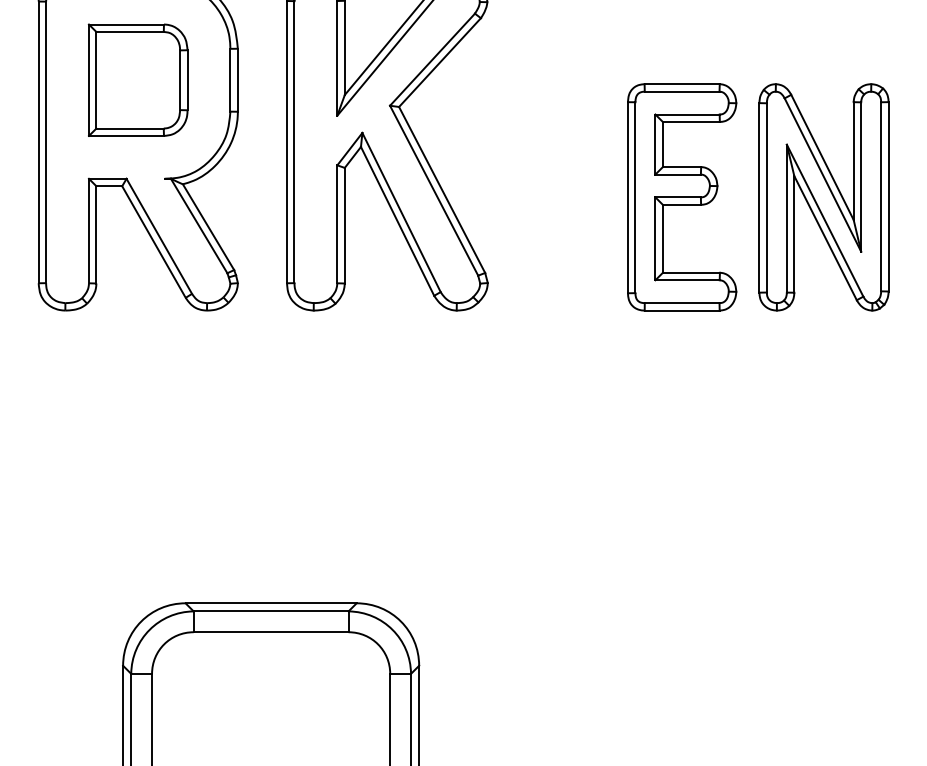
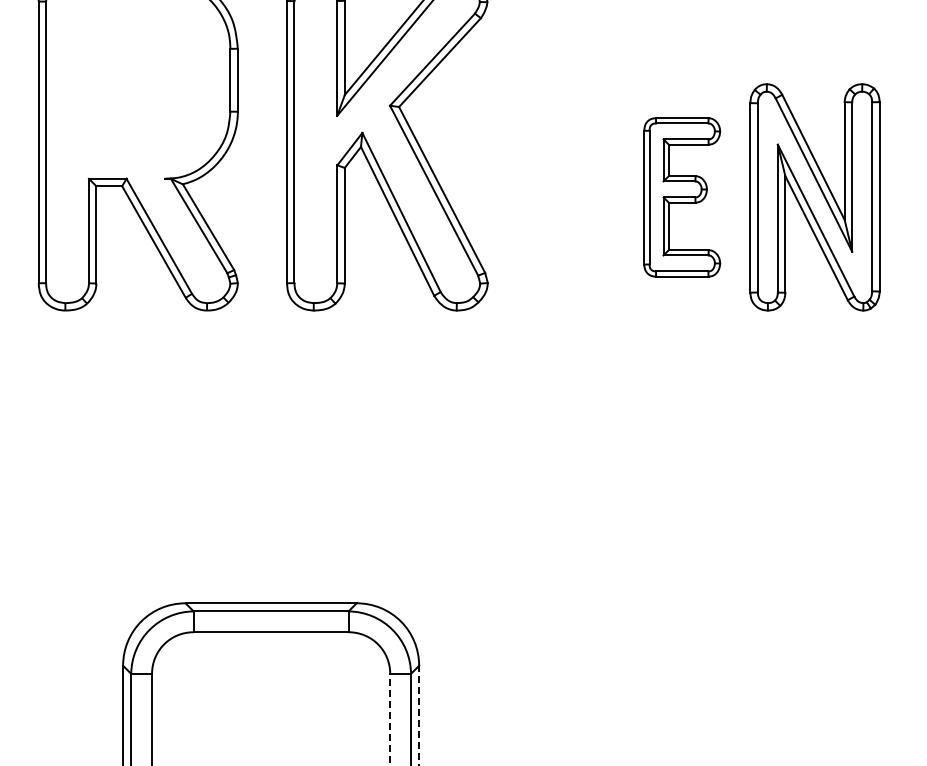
part at (137, 79): present -> none
part at (682, 197) size: 111x229 px -> 79x161 px
part at (823, 197) position: (823, 197) -> (814, 197)
line at (419, 715): solid -> dashed
line at (390, 719): solid -> dashed
